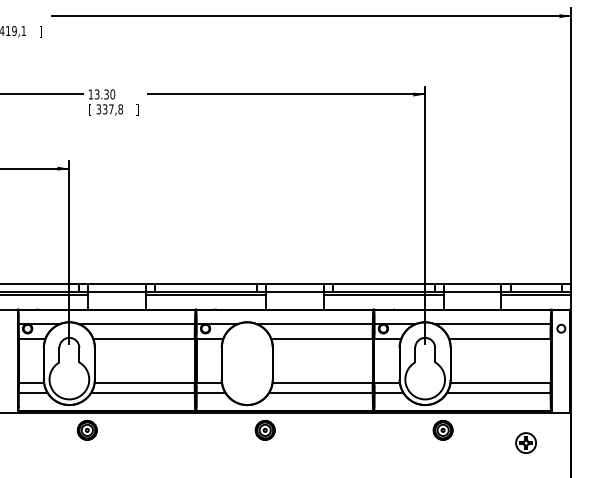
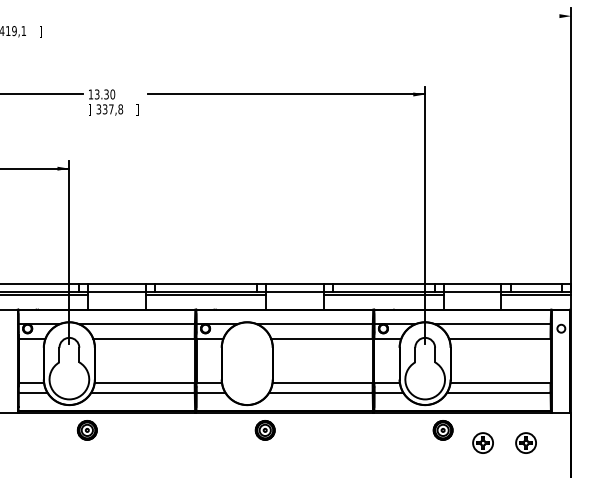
line at (311, 16): present -> none
text at (89, 109): [ -> ]
part at (482, 442): none -> present
